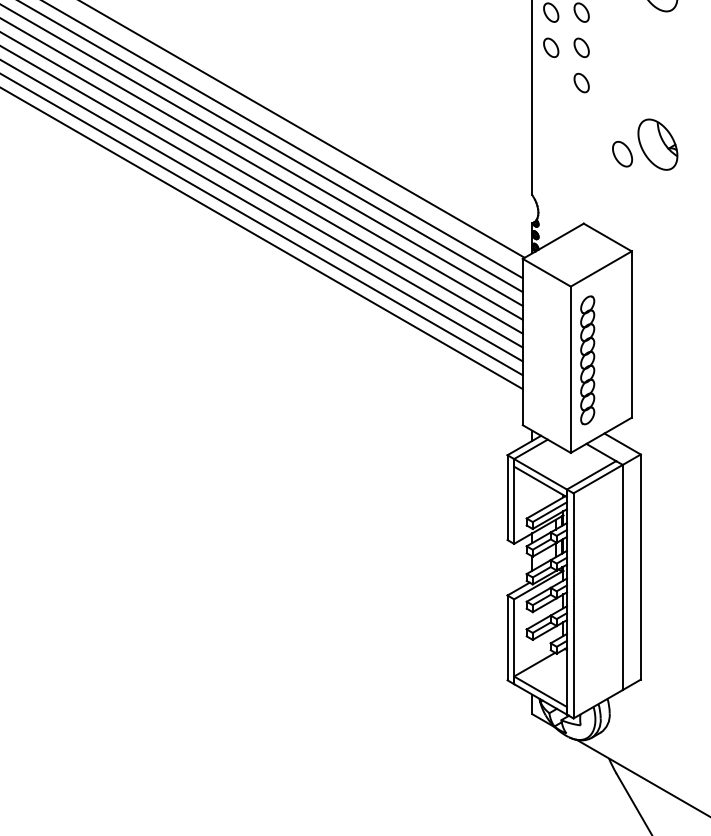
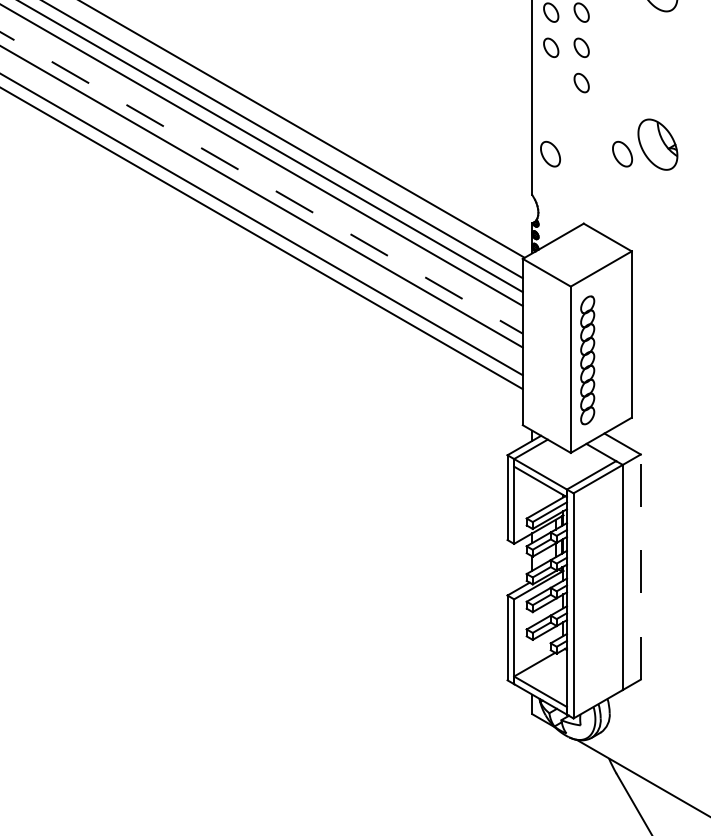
part at (550, 153): none -> present
line at (262, 169): present -> none
line at (262, 183): solid -> dashed
line at (262, 211): present -> none
line at (640, 567): solid -> dashed
